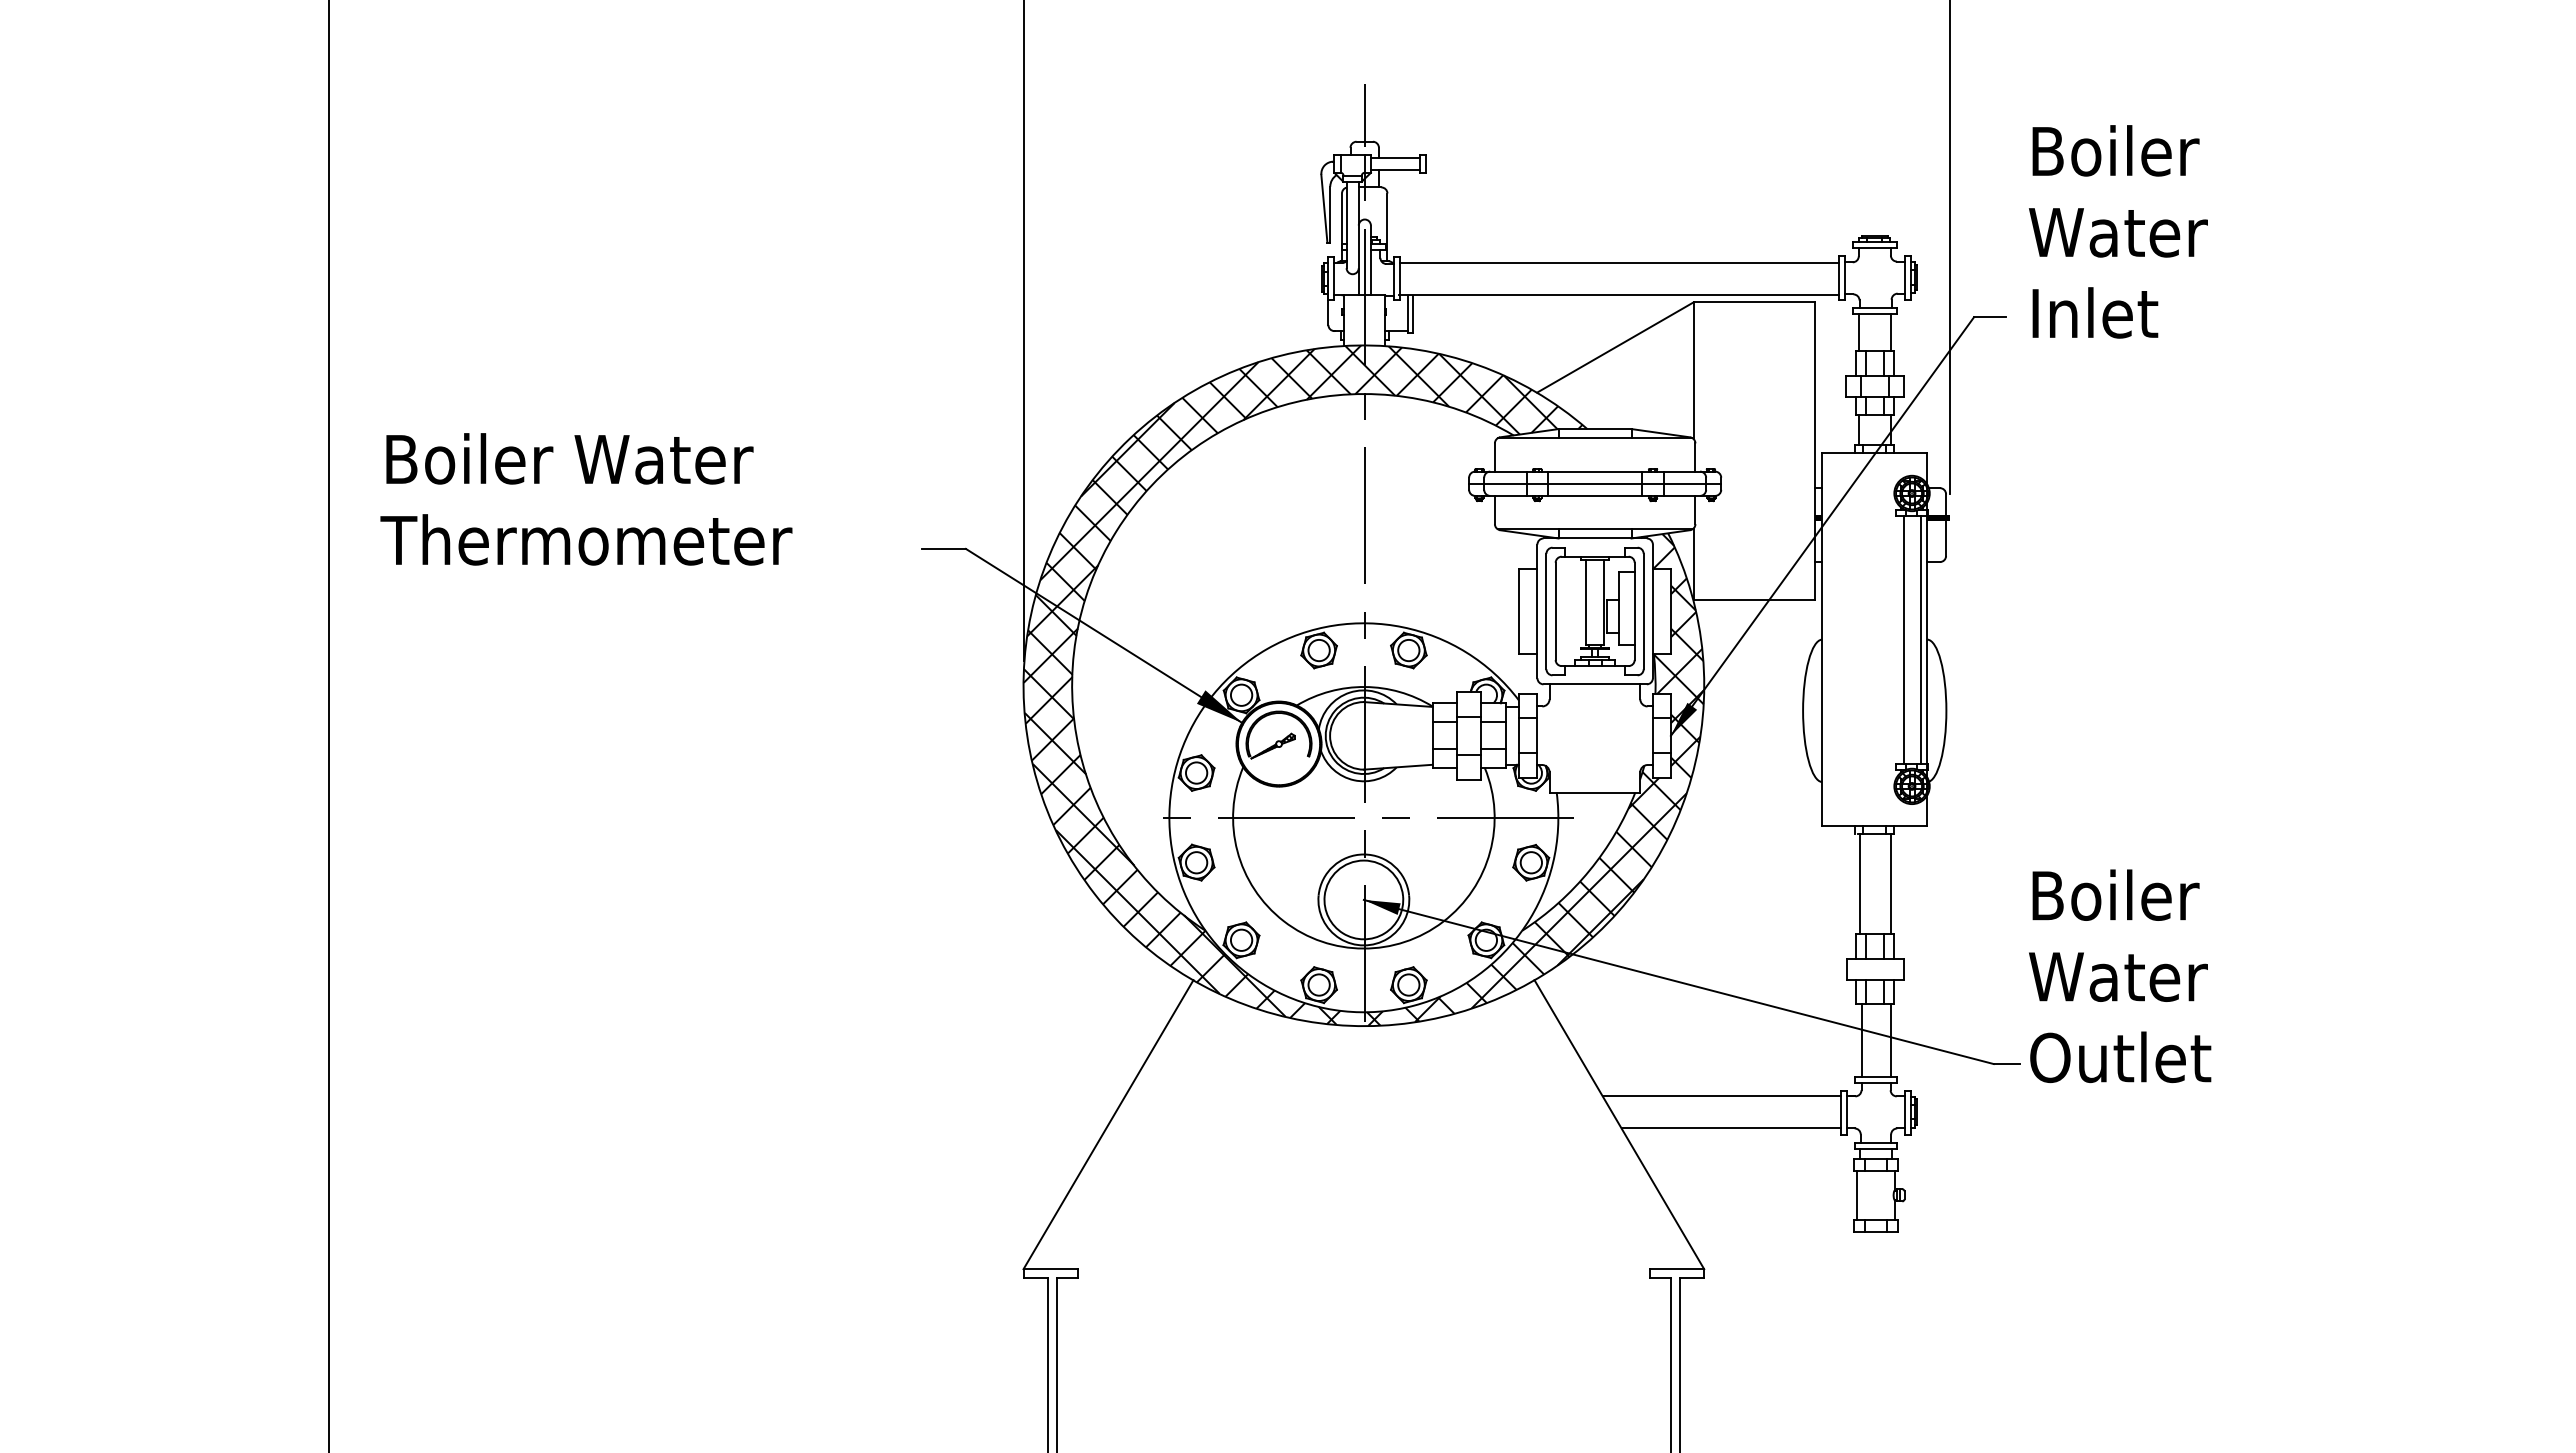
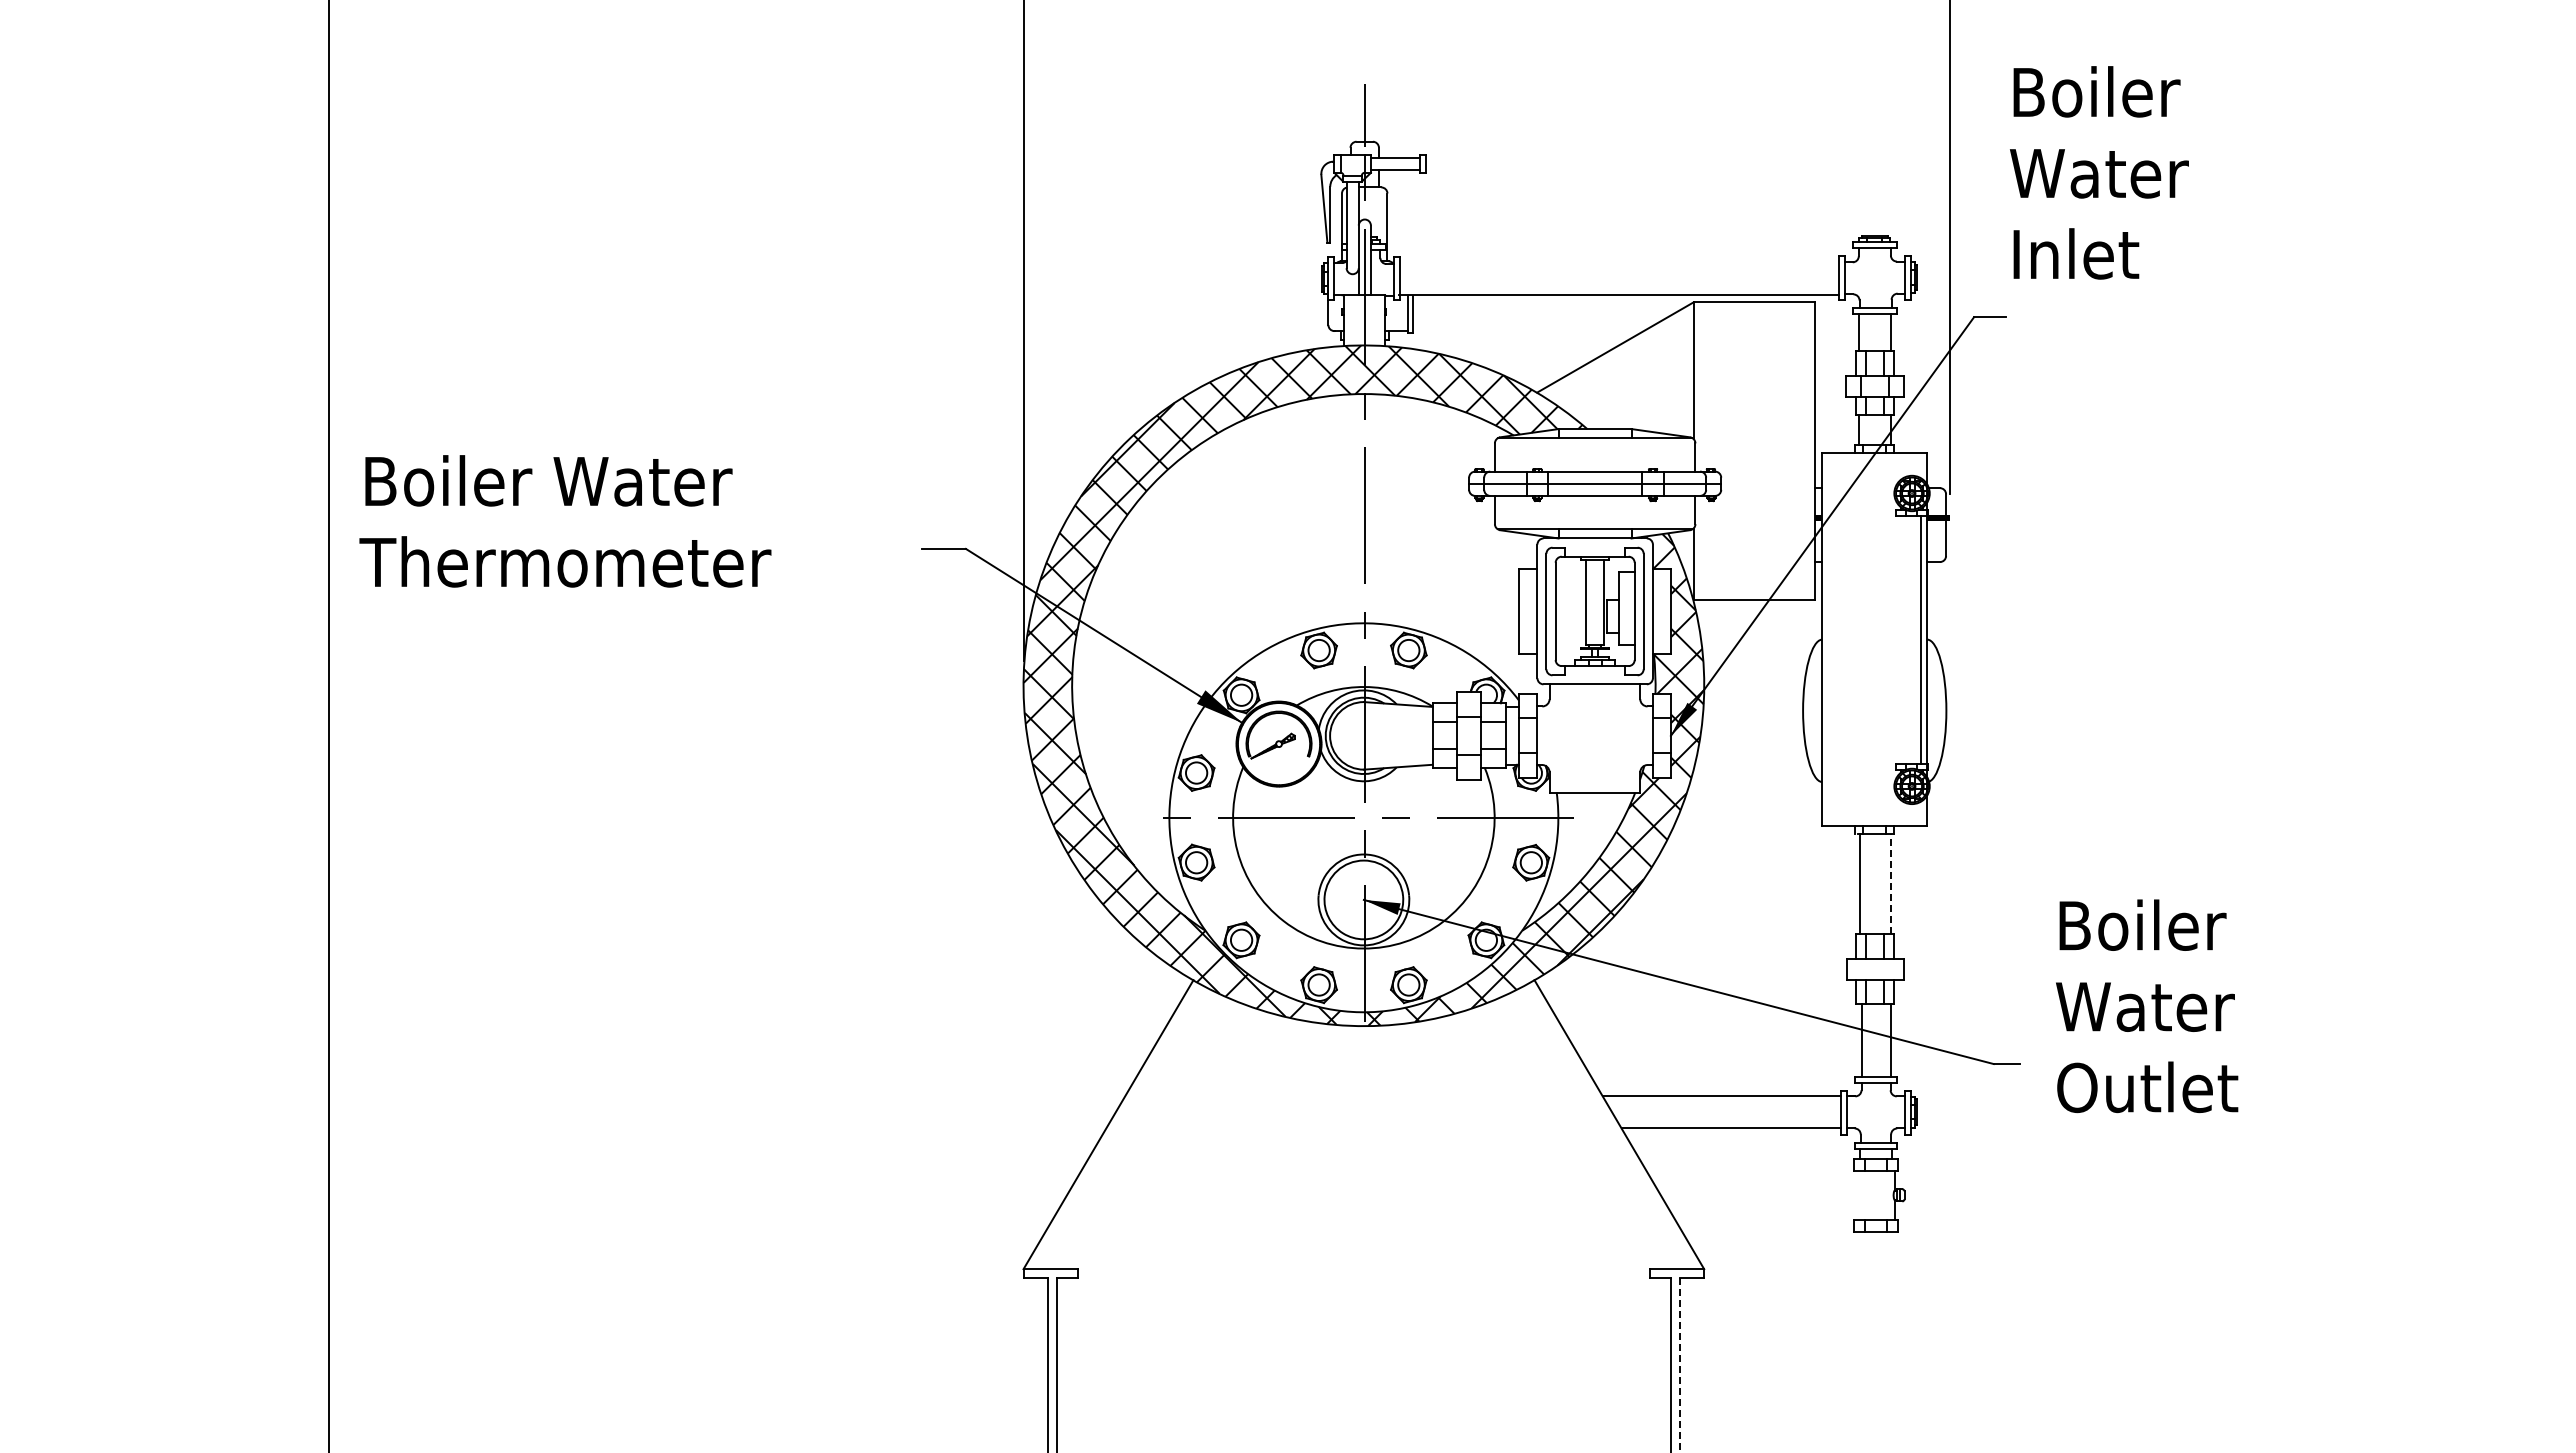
text at (2118, 231) position: (2118, 231) -> (2099, 172)
line at (1619, 262): present -> none
text at (586, 499) position: (586, 499) -> (565, 521)
line at (1903, 639): present -> none
line at (1890, 883): solid -> dashed
text at (2120, 976) position: (2120, 976) -> (2147, 1006)
line at (1857, 1195): present -> none
line at (1680, 1365): solid -> dashed
